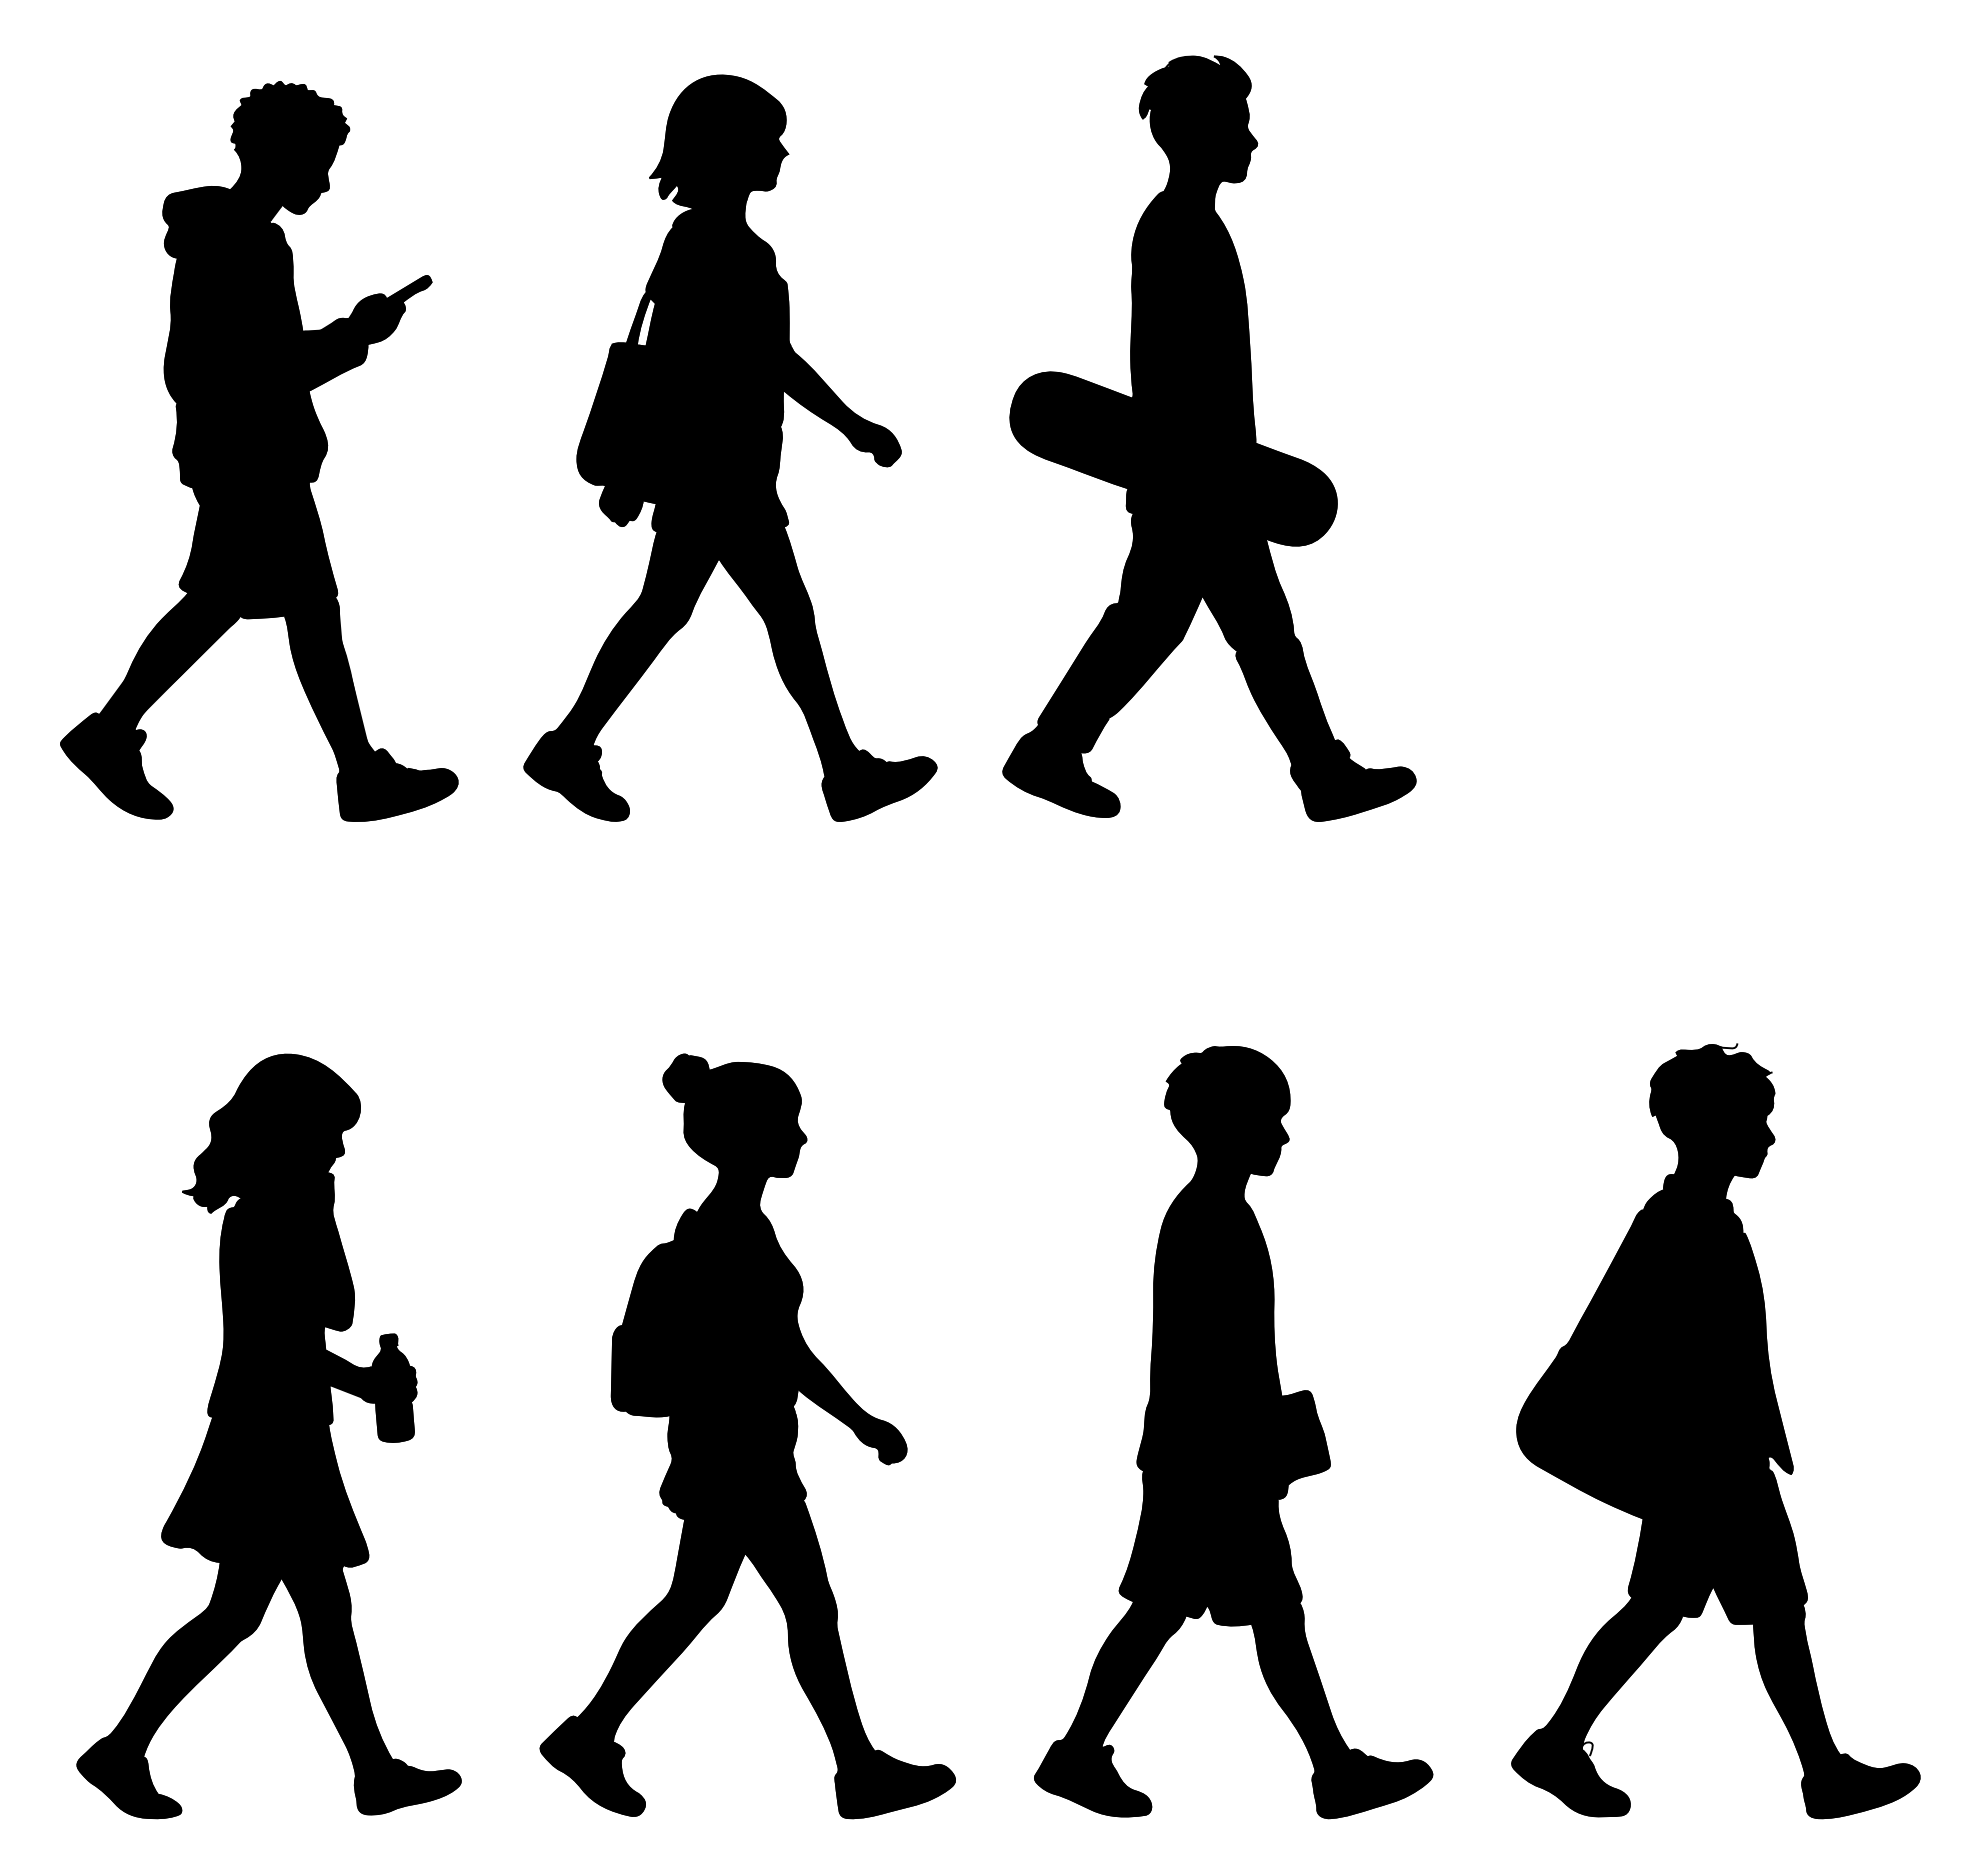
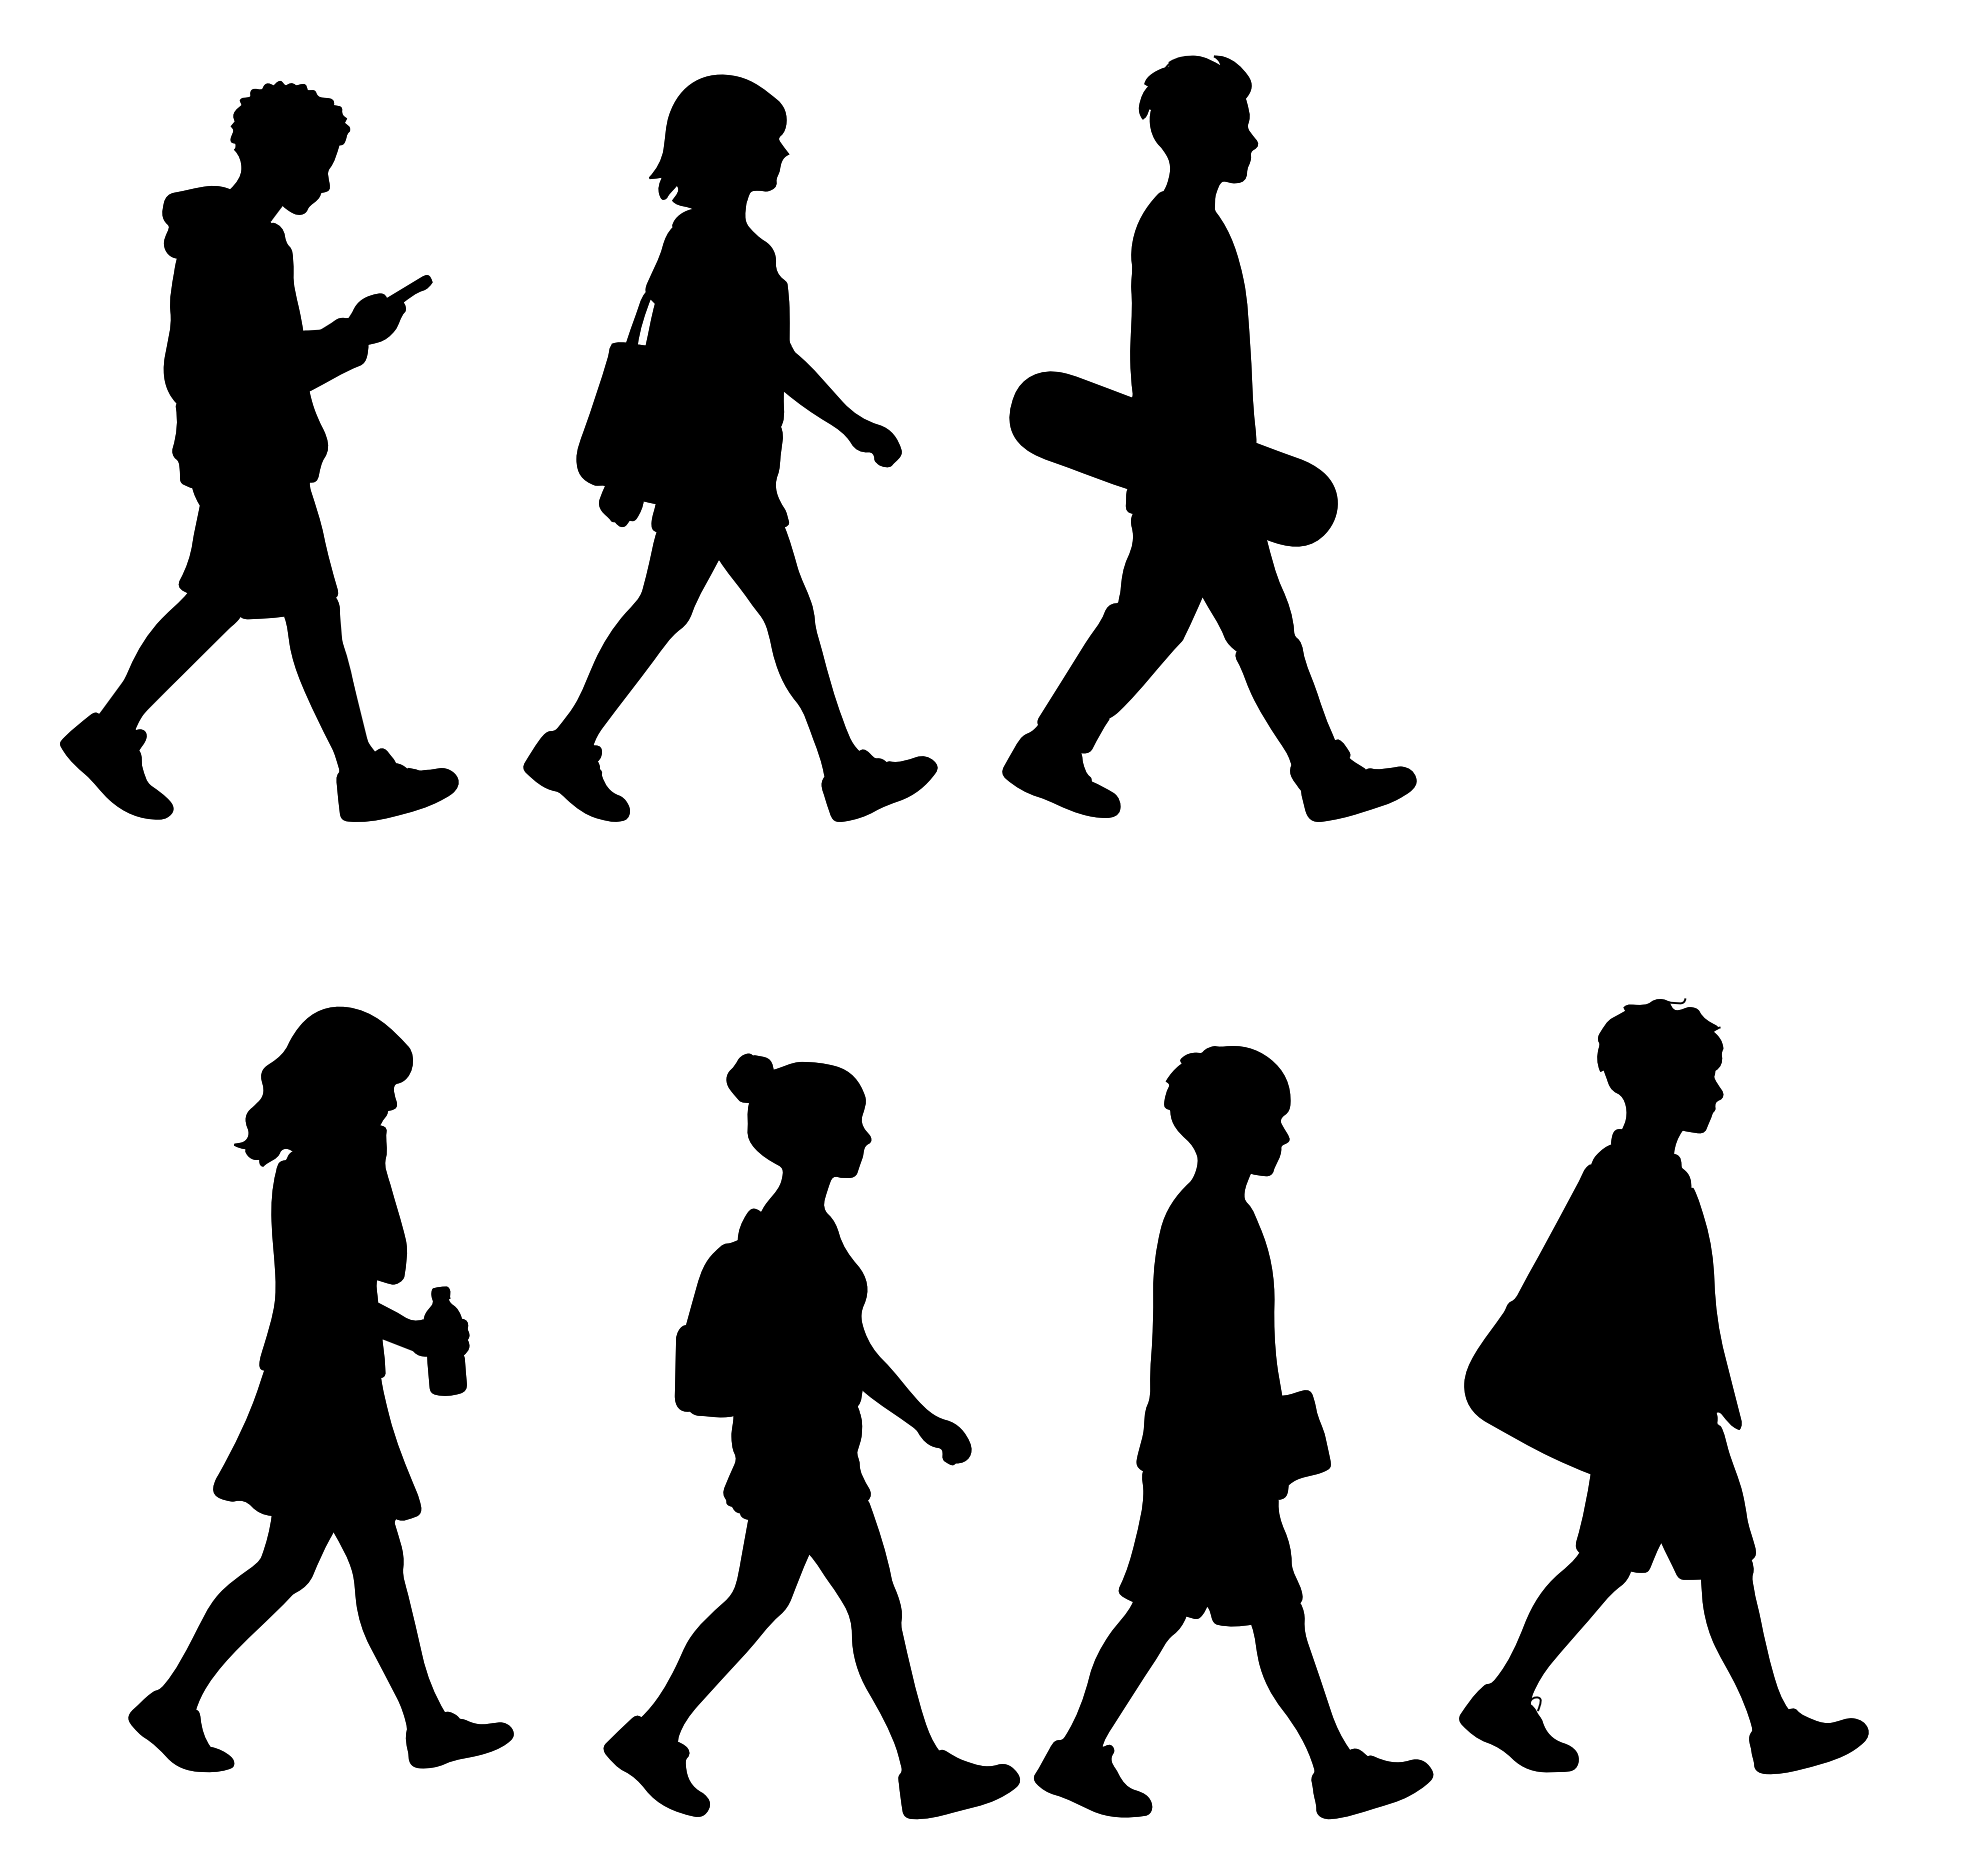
part at (1715, 1431) position: (1715, 1431) -> (1663, 1386)
part at (268, 1436) position: (268, 1436) -> (320, 1389)
part at (747, 1436) position: (747, 1436) -> (811, 1436)
